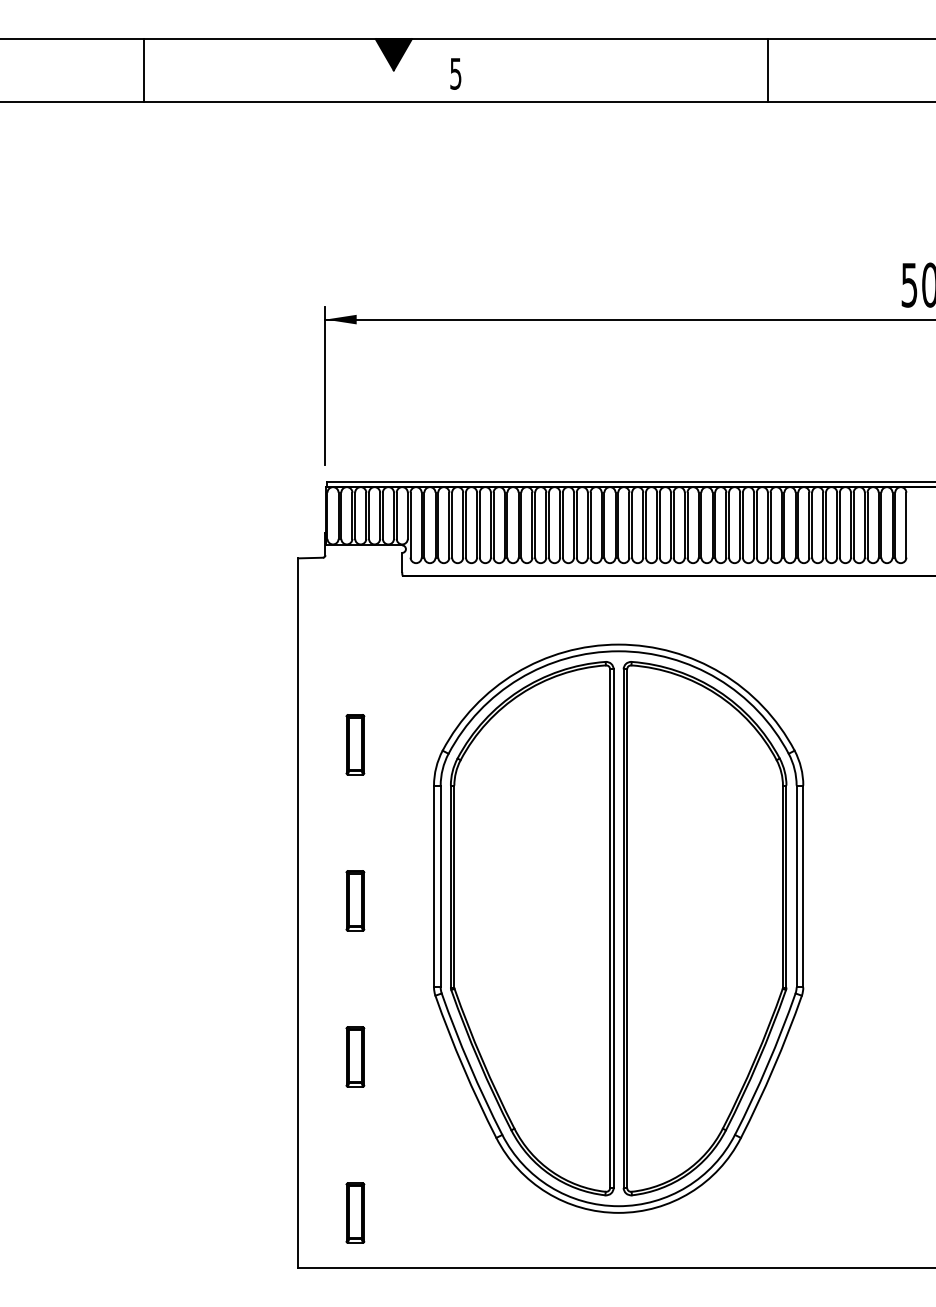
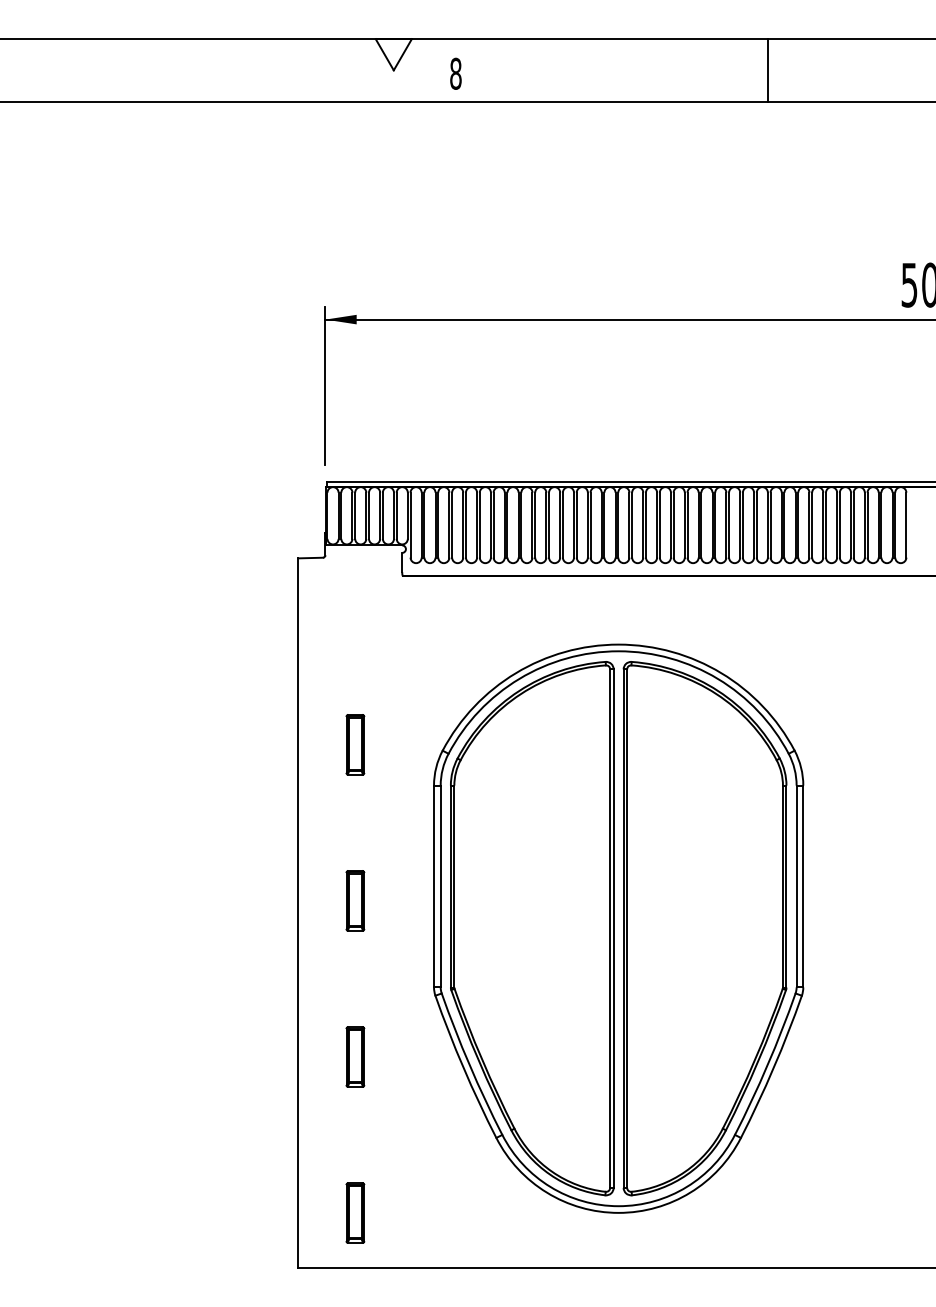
fill at (393, 54): present -> none
line at (144, 70): present -> none
text at (455, 73): 5 -> 8
